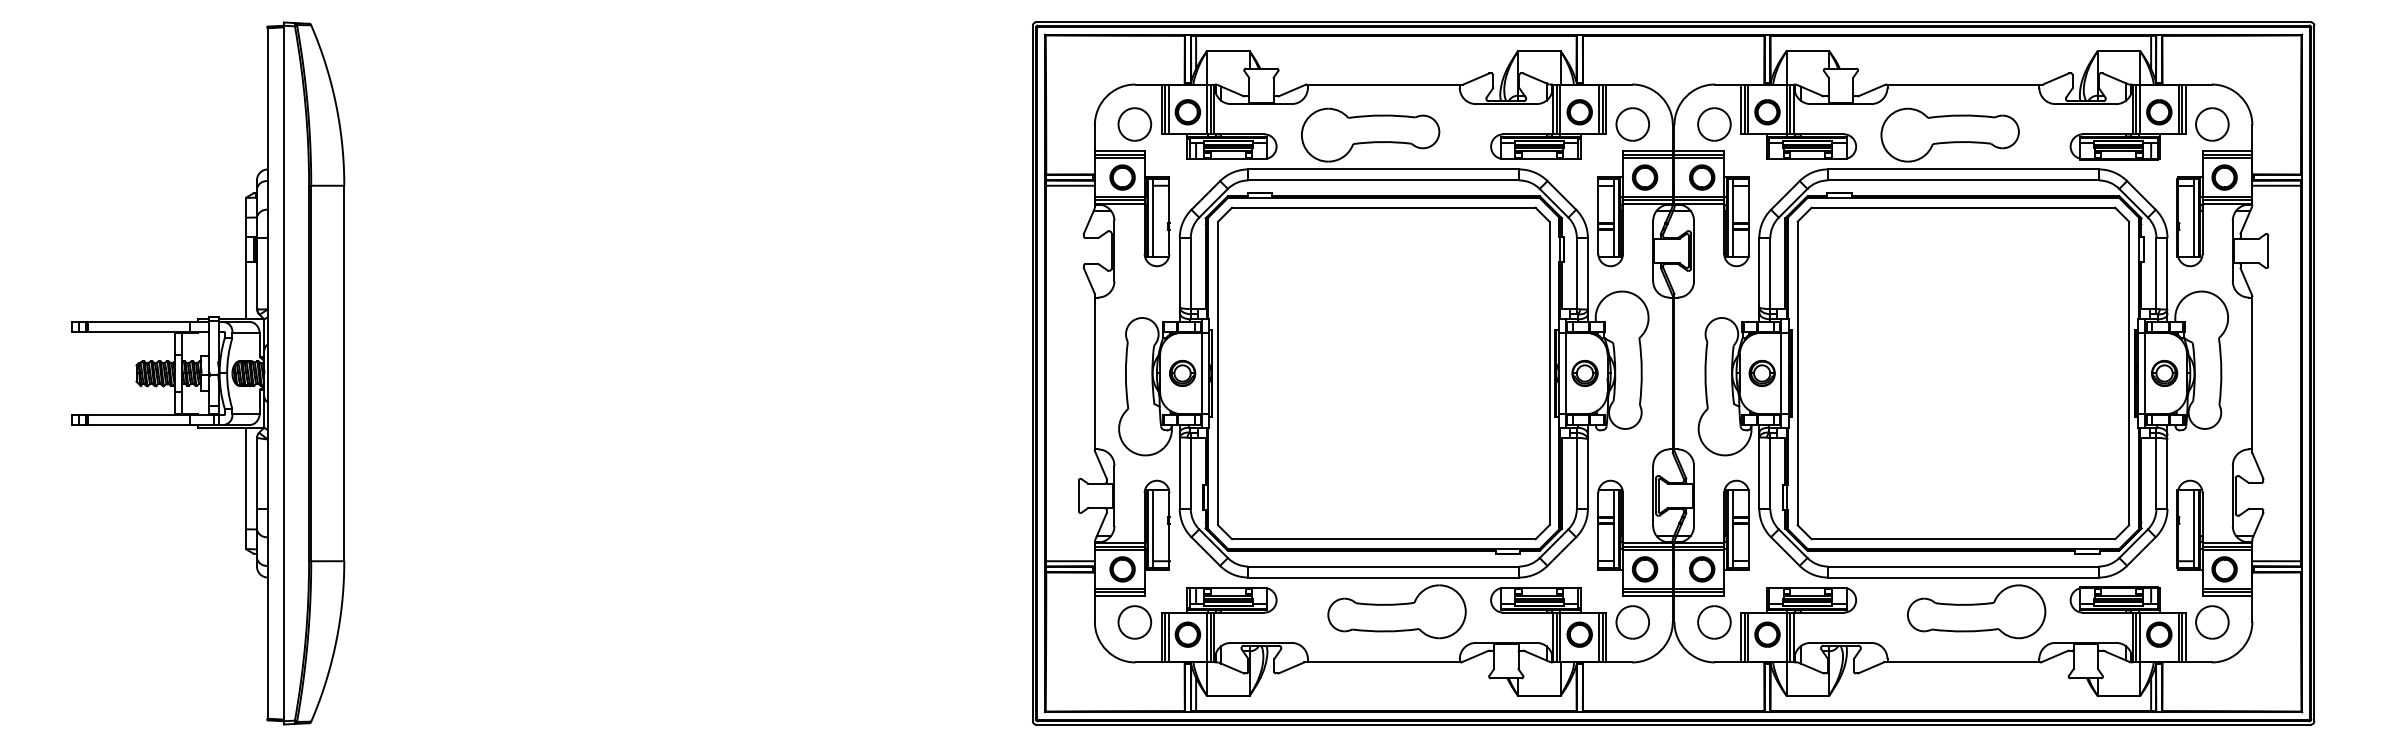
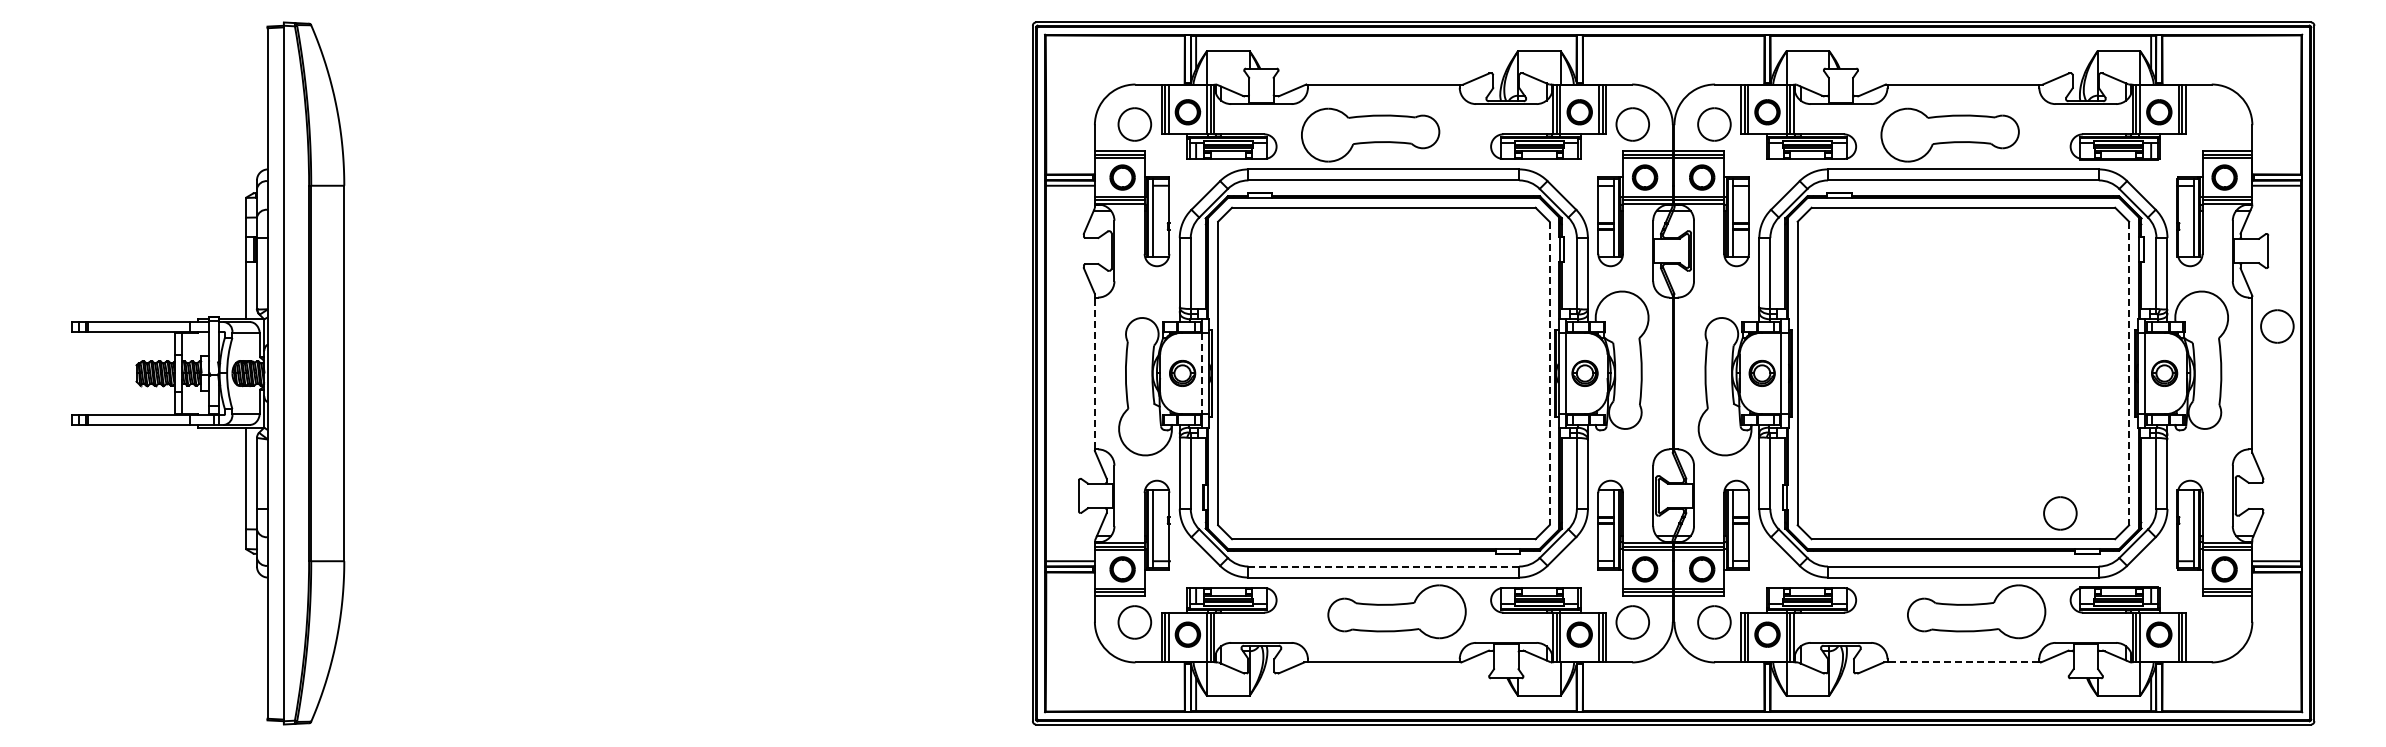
part at (2212, 124) position: (2212, 124) -> (2277, 326)
line at (1094, 373): solid -> dashed
line at (1201, 373): solid -> dashed
line at (1549, 373): solid -> dashed
line at (2129, 373): solid -> dashed
line at (1384, 566): solid -> dashed
part at (2212, 622) position: (2212, 622) -> (2060, 513)
line at (1963, 662): solid -> dashed
